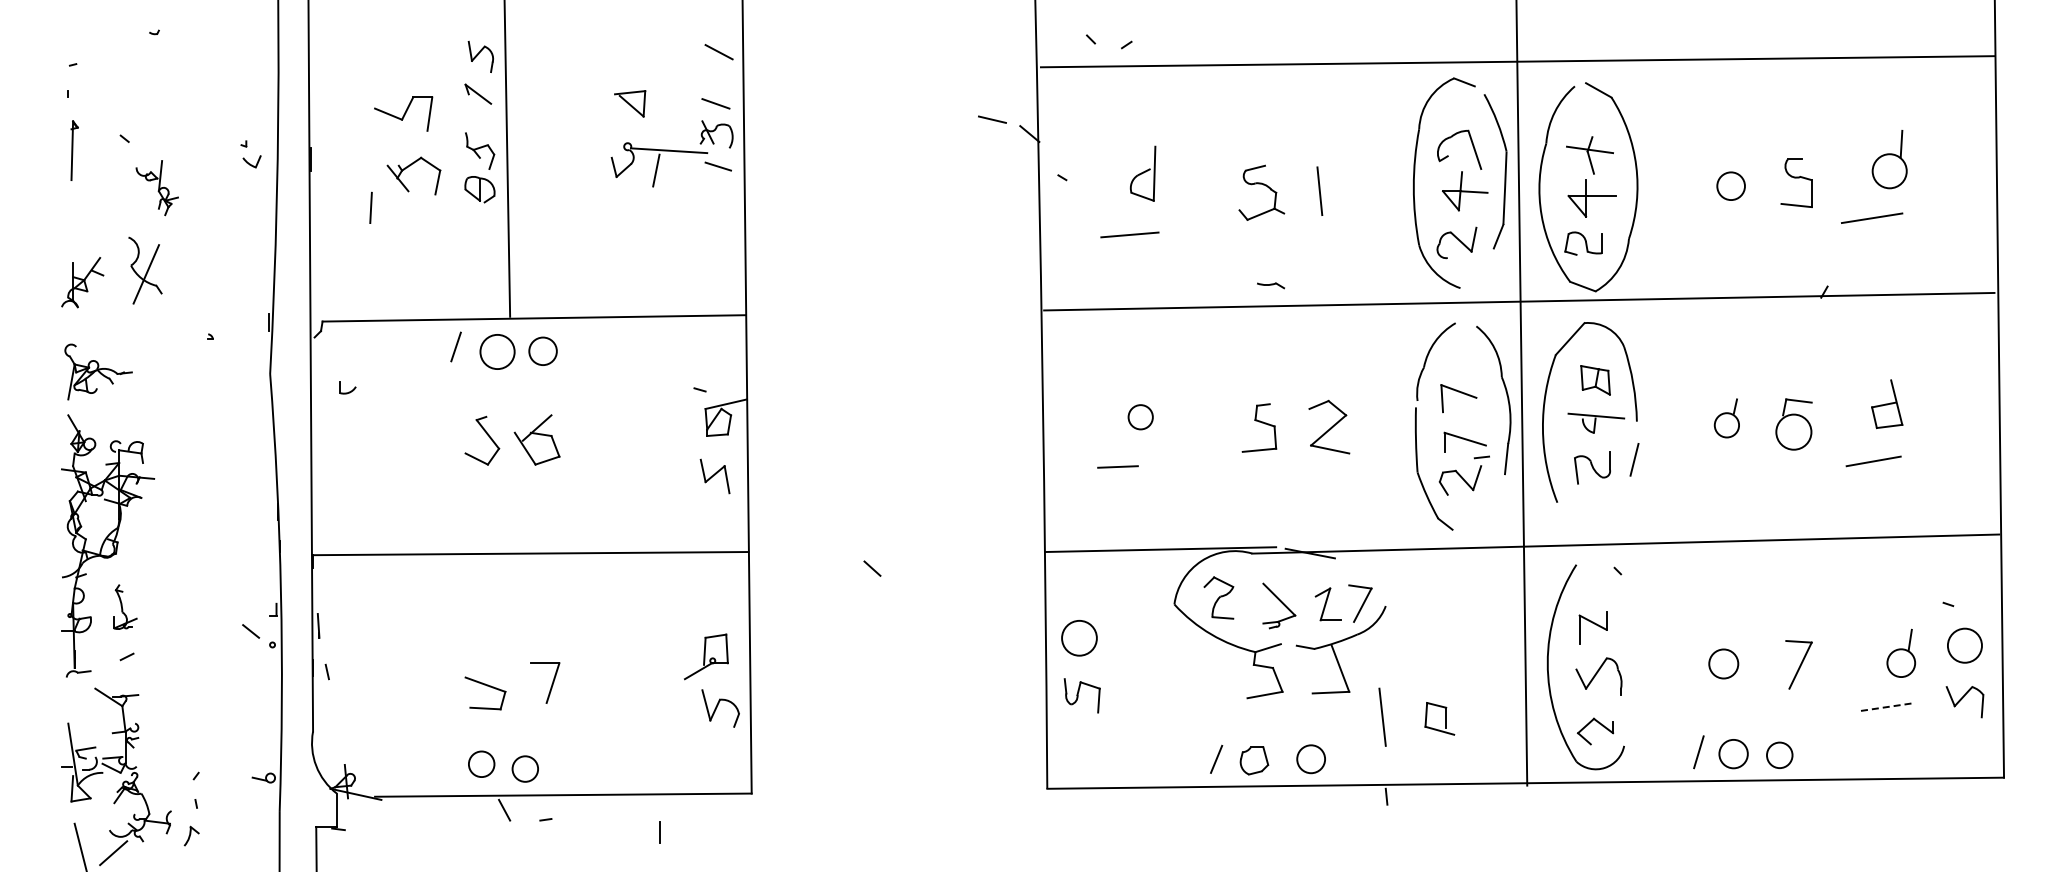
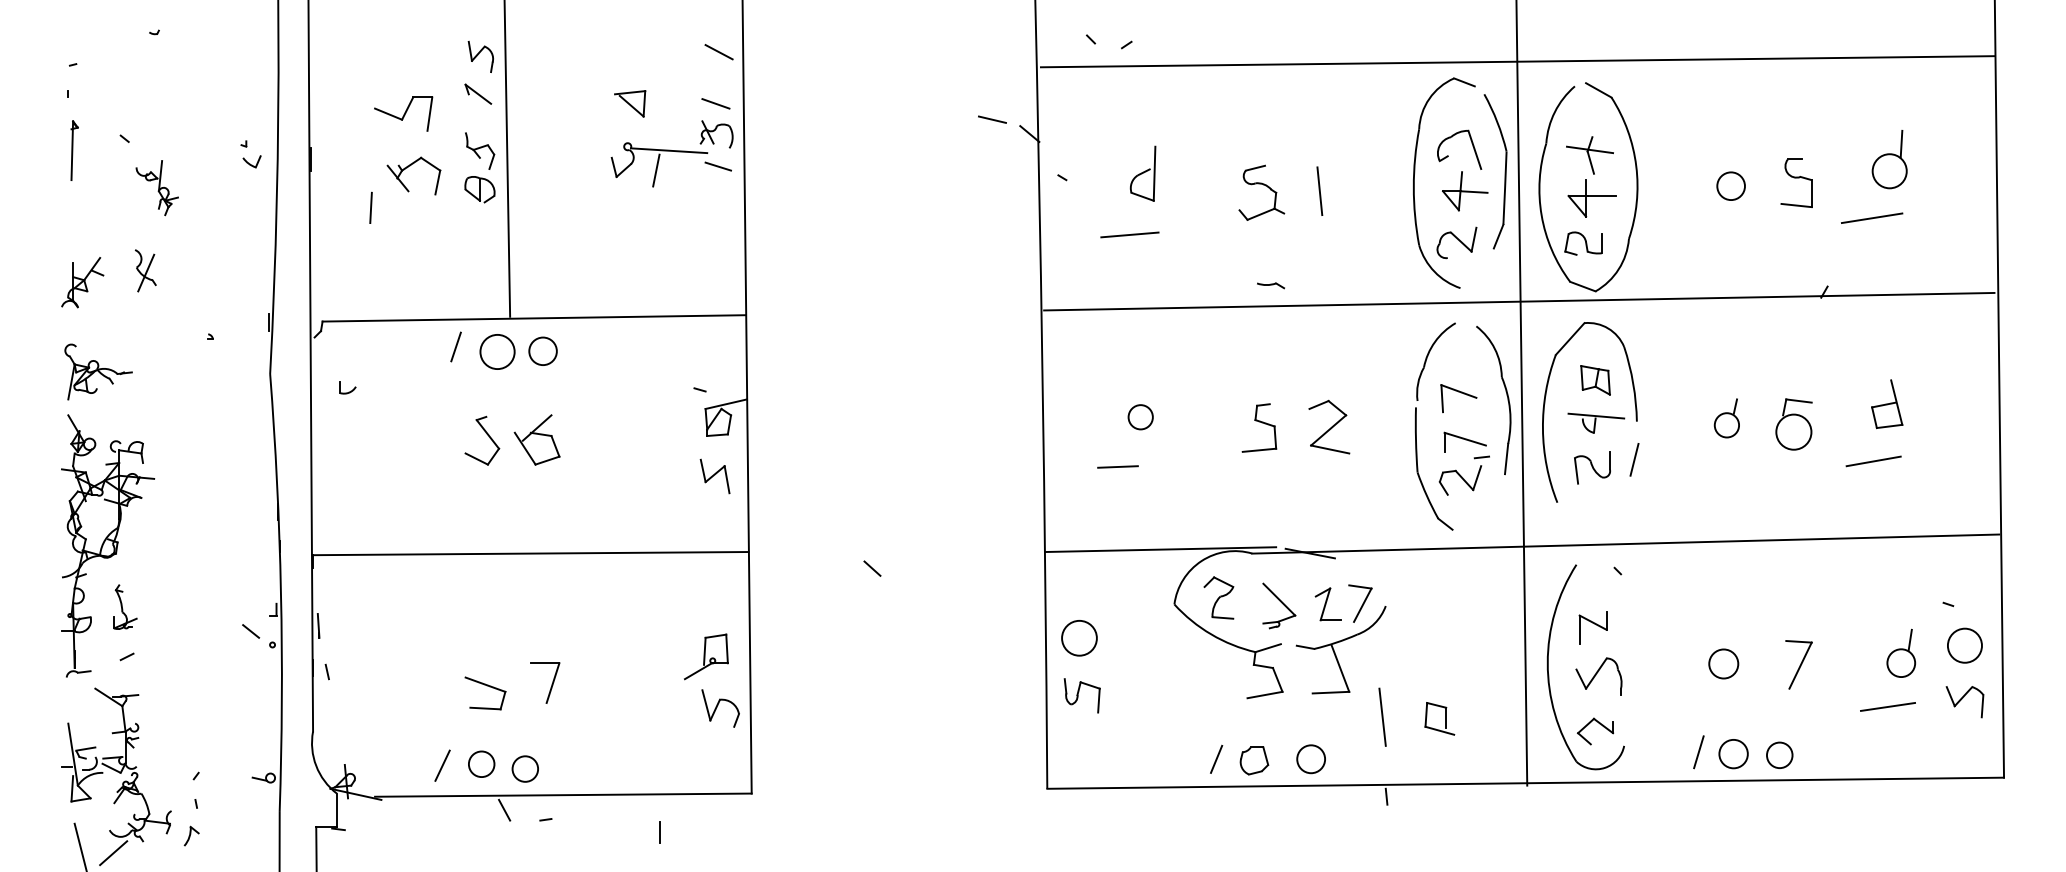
part at (145, 270) size: 35x69 px -> 22x44 px
line at (1888, 706): dashed -> solid
line at (442, 765): none -> present
